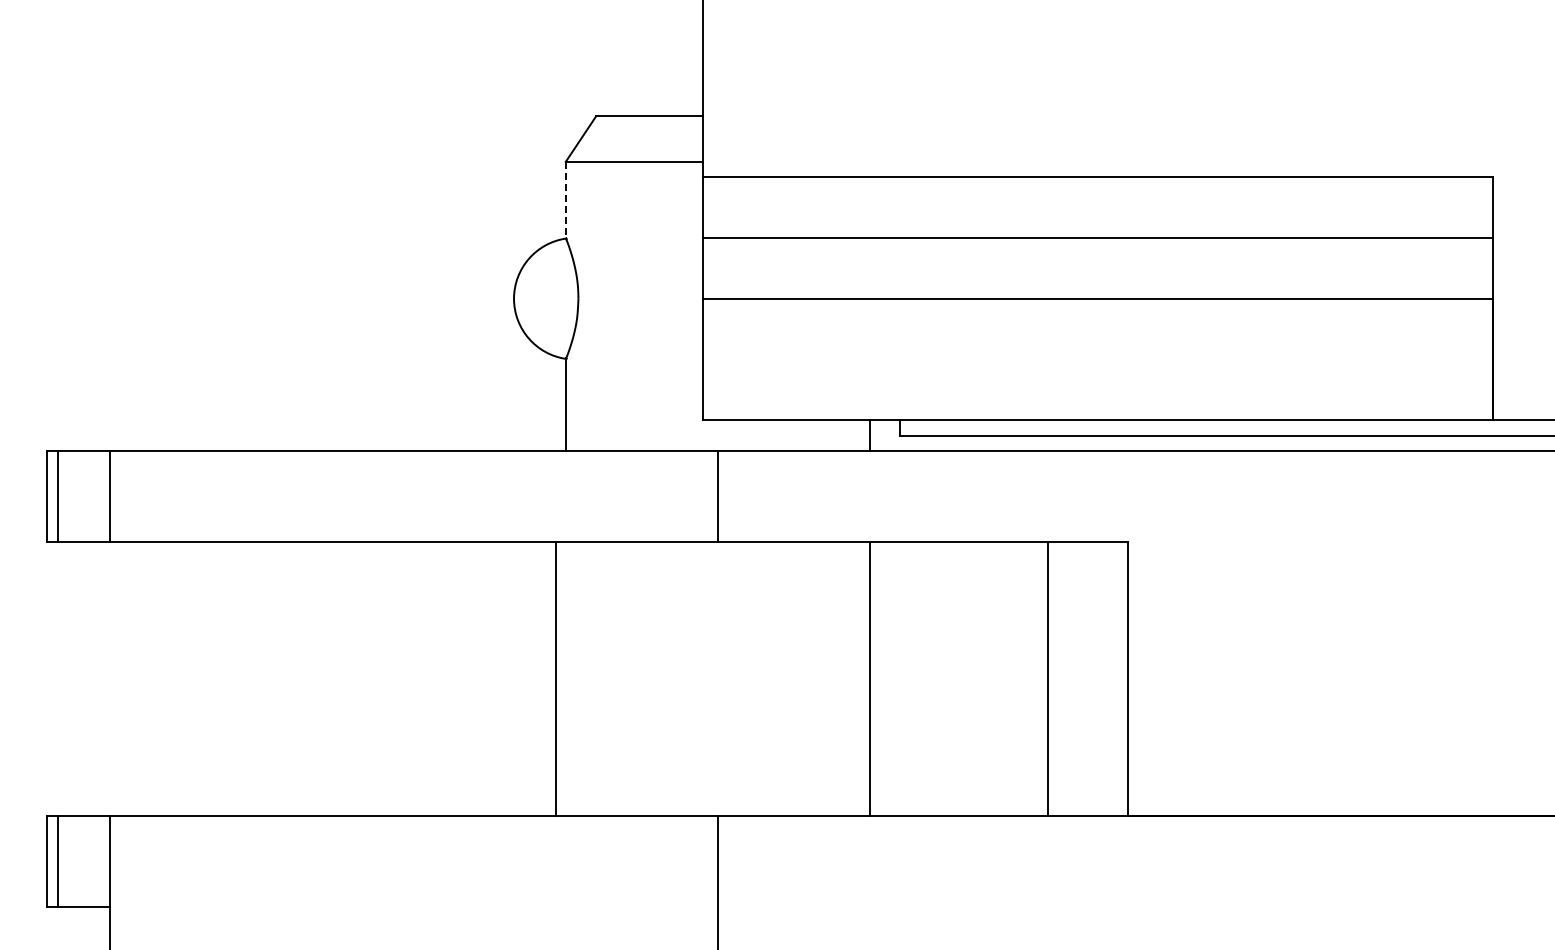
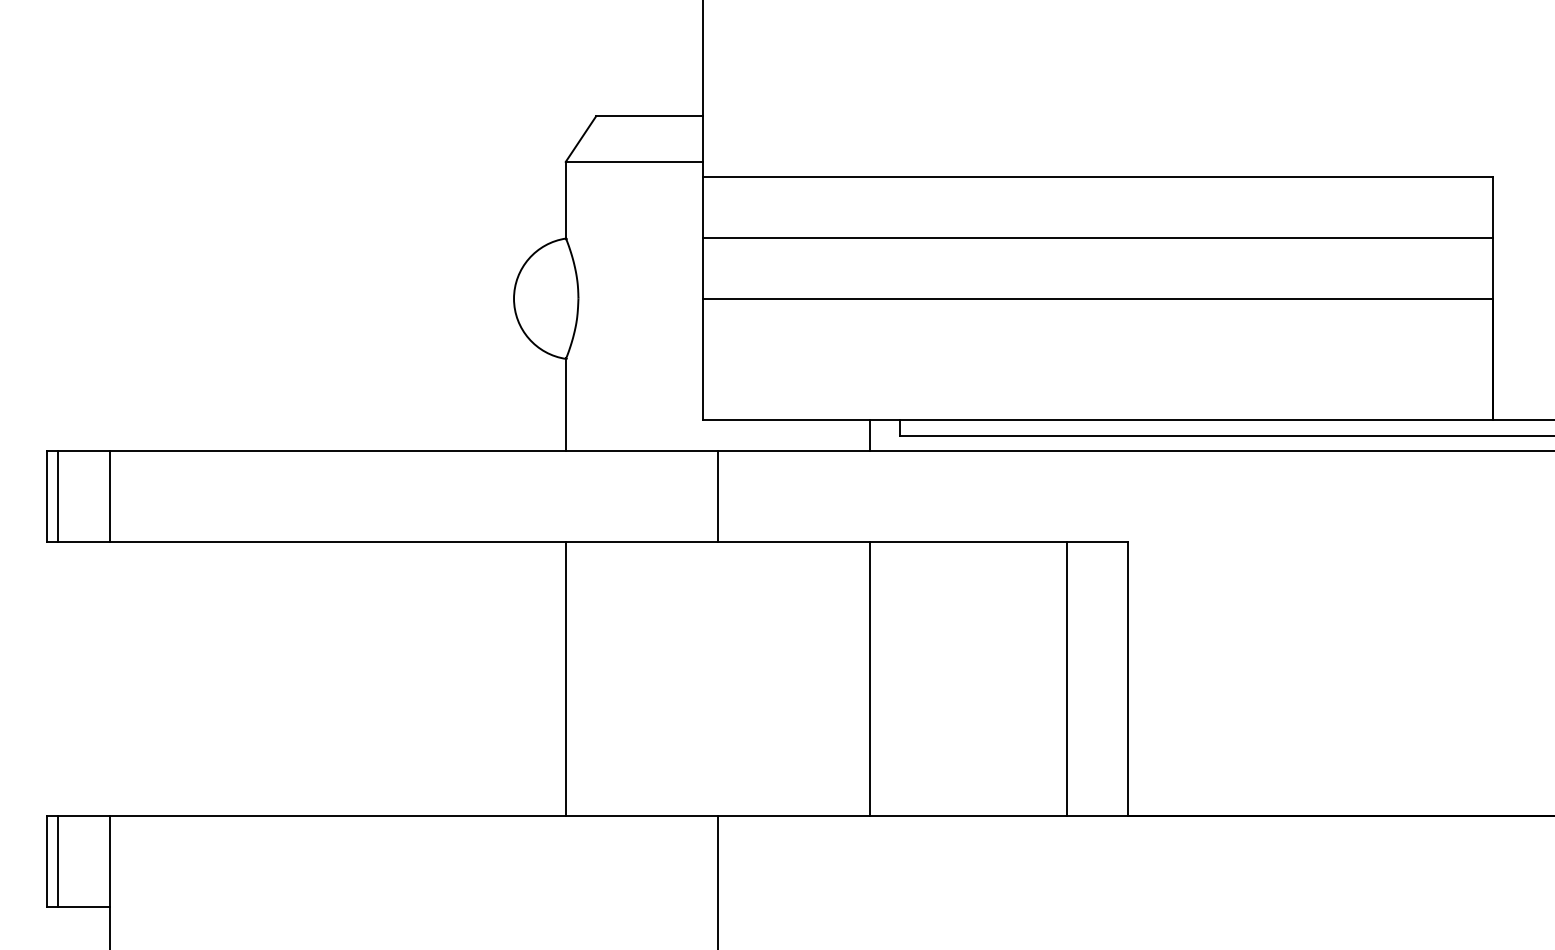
line at (565, 200): dashed -> solid
line at (555, 678) position: (555, 678) -> (565, 678)
line at (1048, 678) position: (1048, 678) -> (1067, 678)
